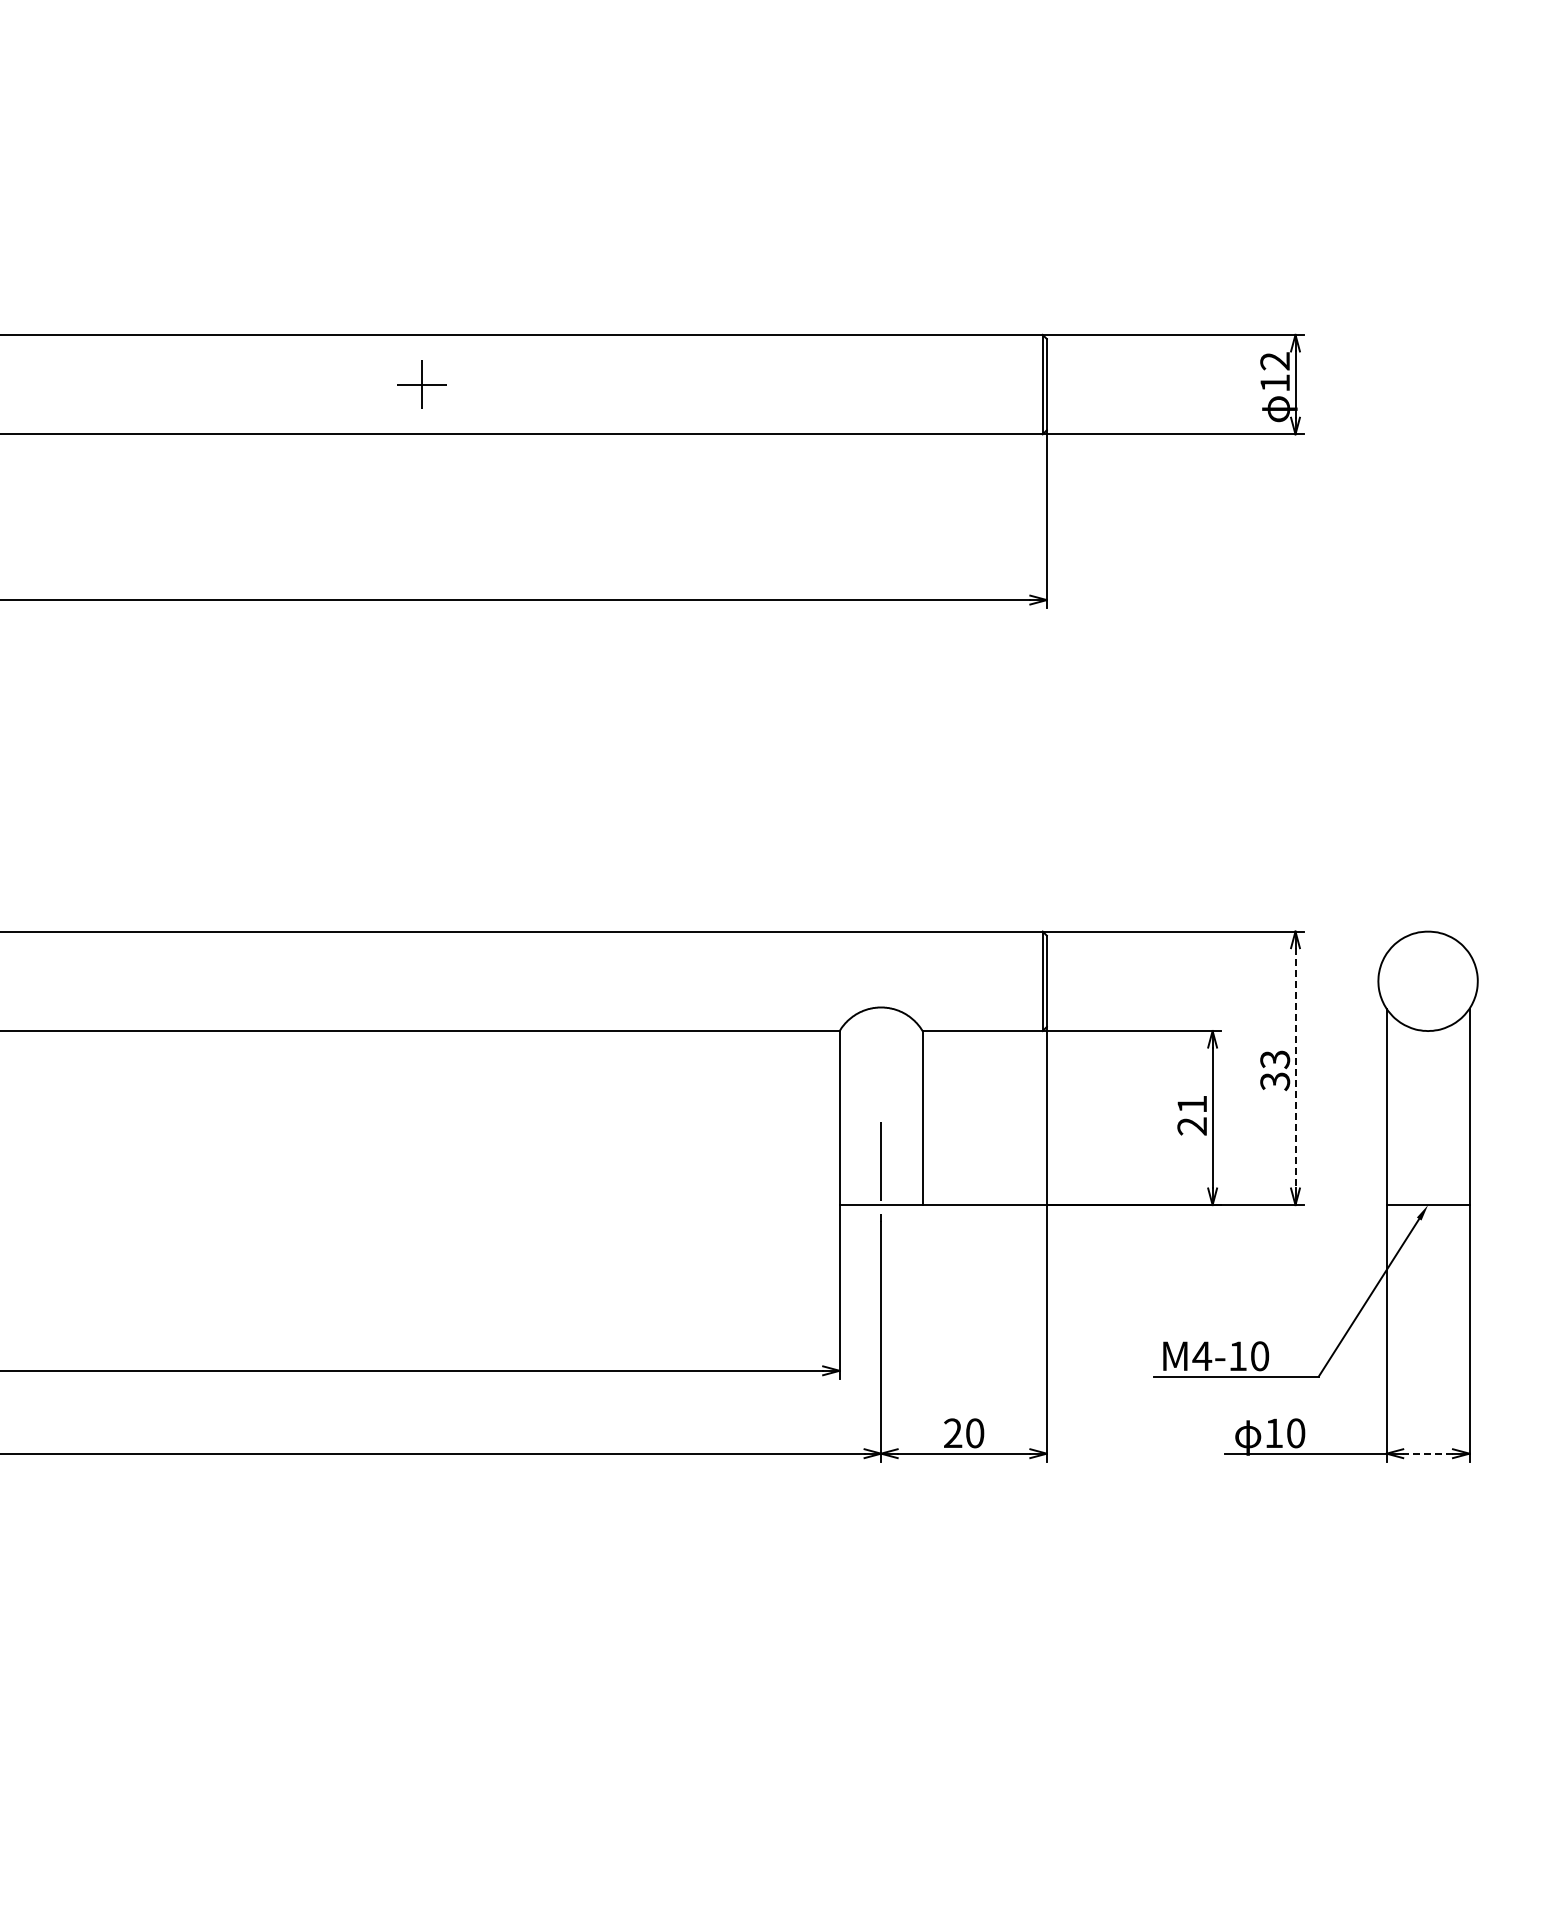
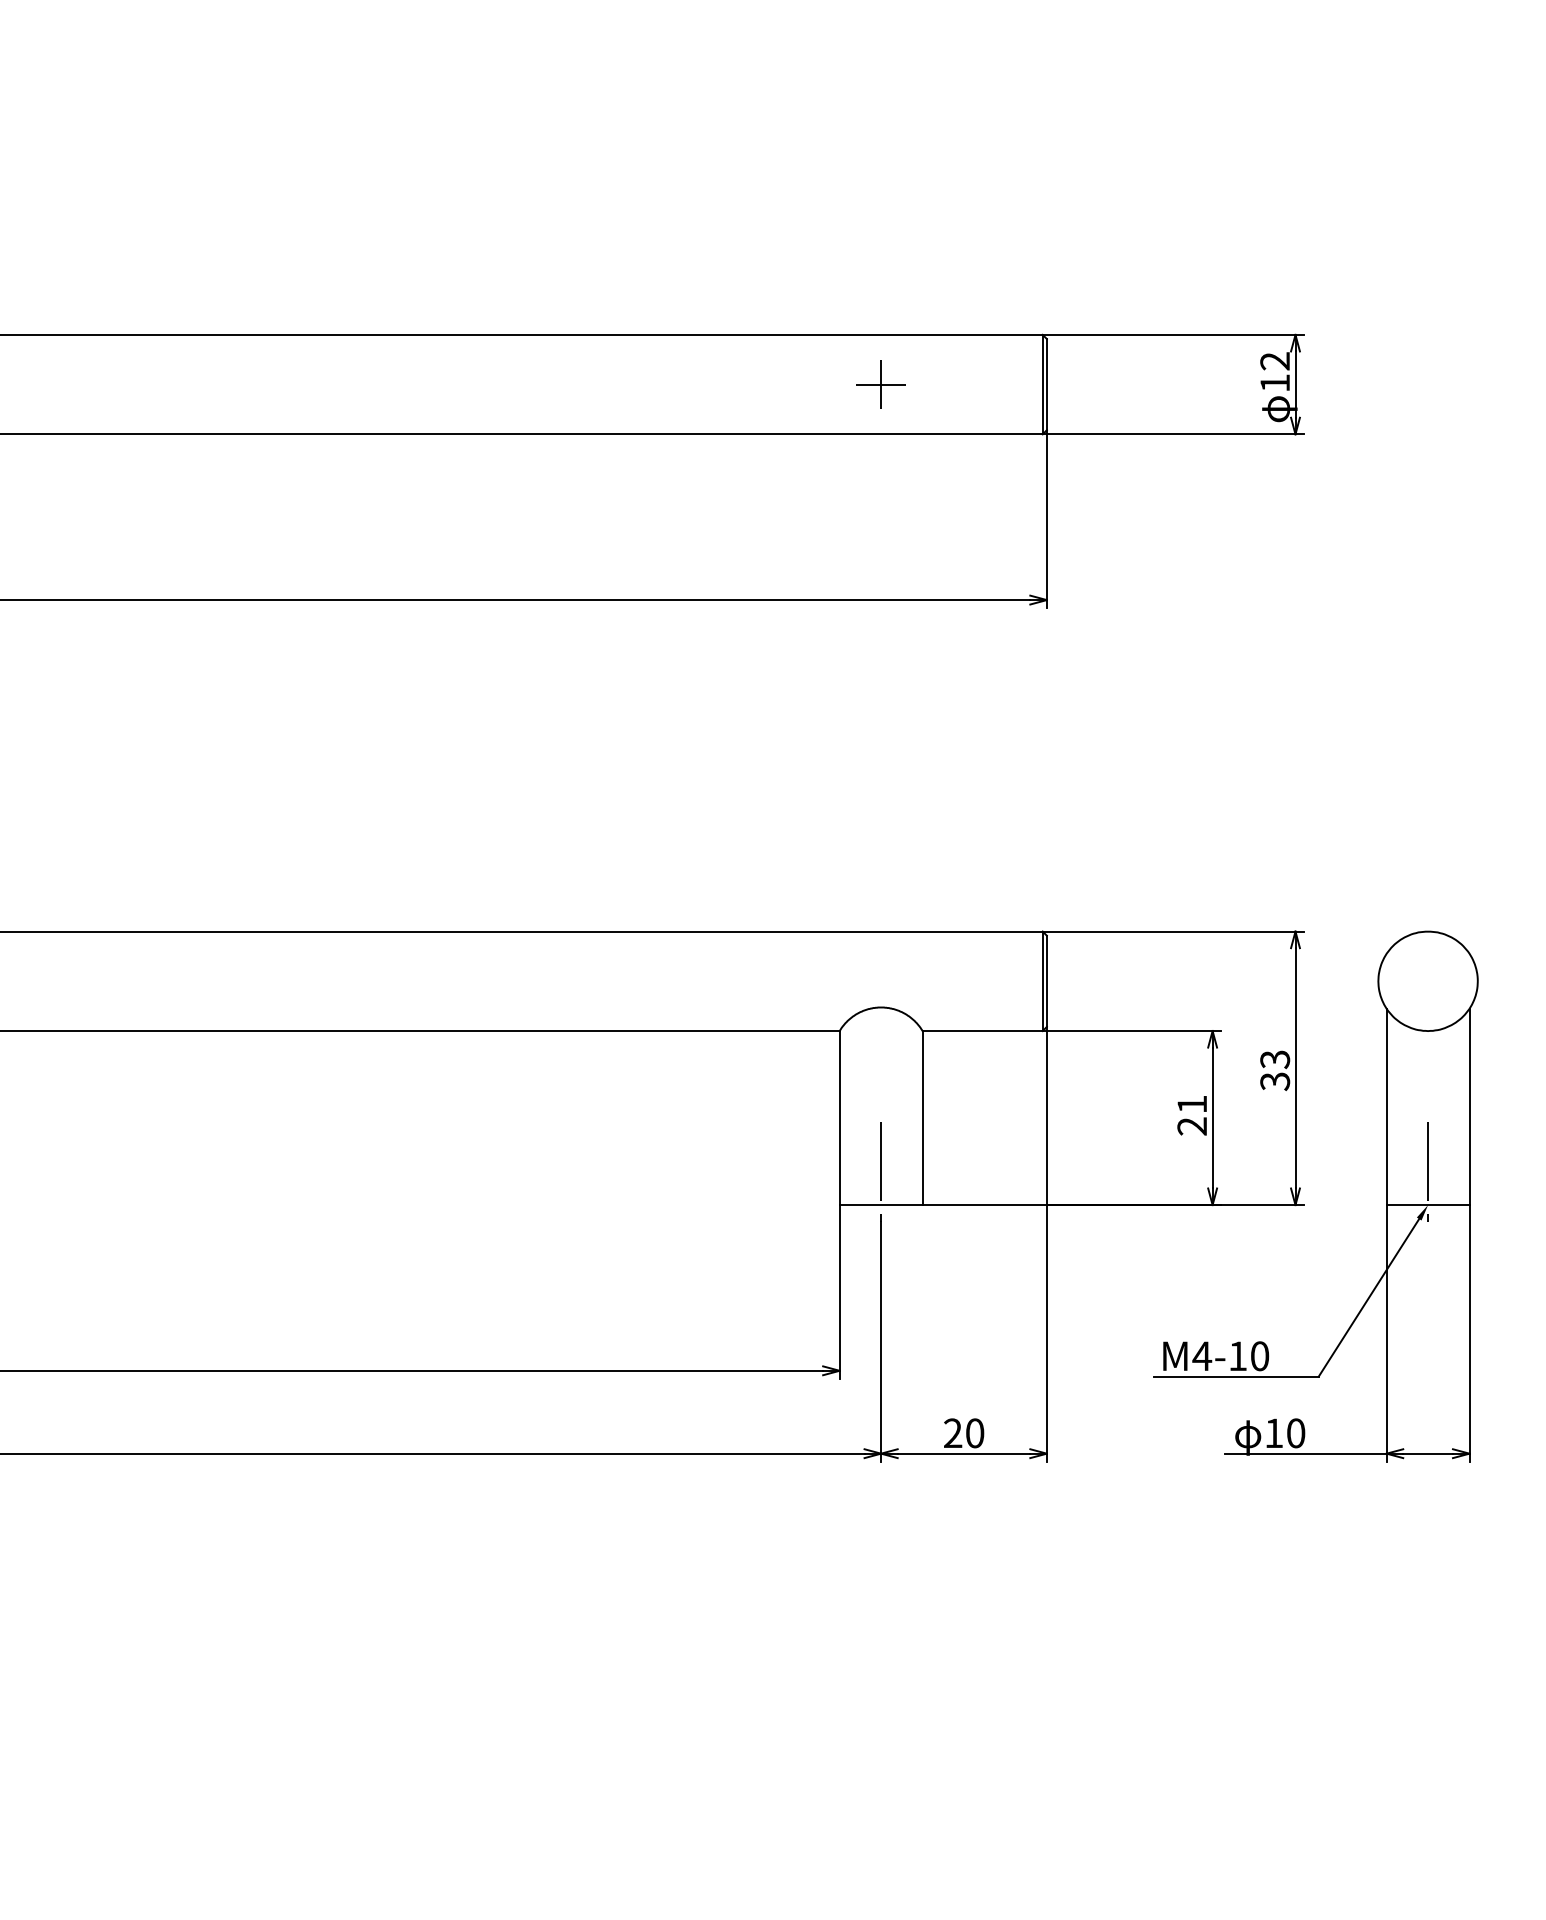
part at (421, 384) position: (421, 384) -> (880, 384)
line at (1295, 1068): dashed -> solid
line at (1428, 1171): none -> present
line at (1428, 1453): dashed -> solid
